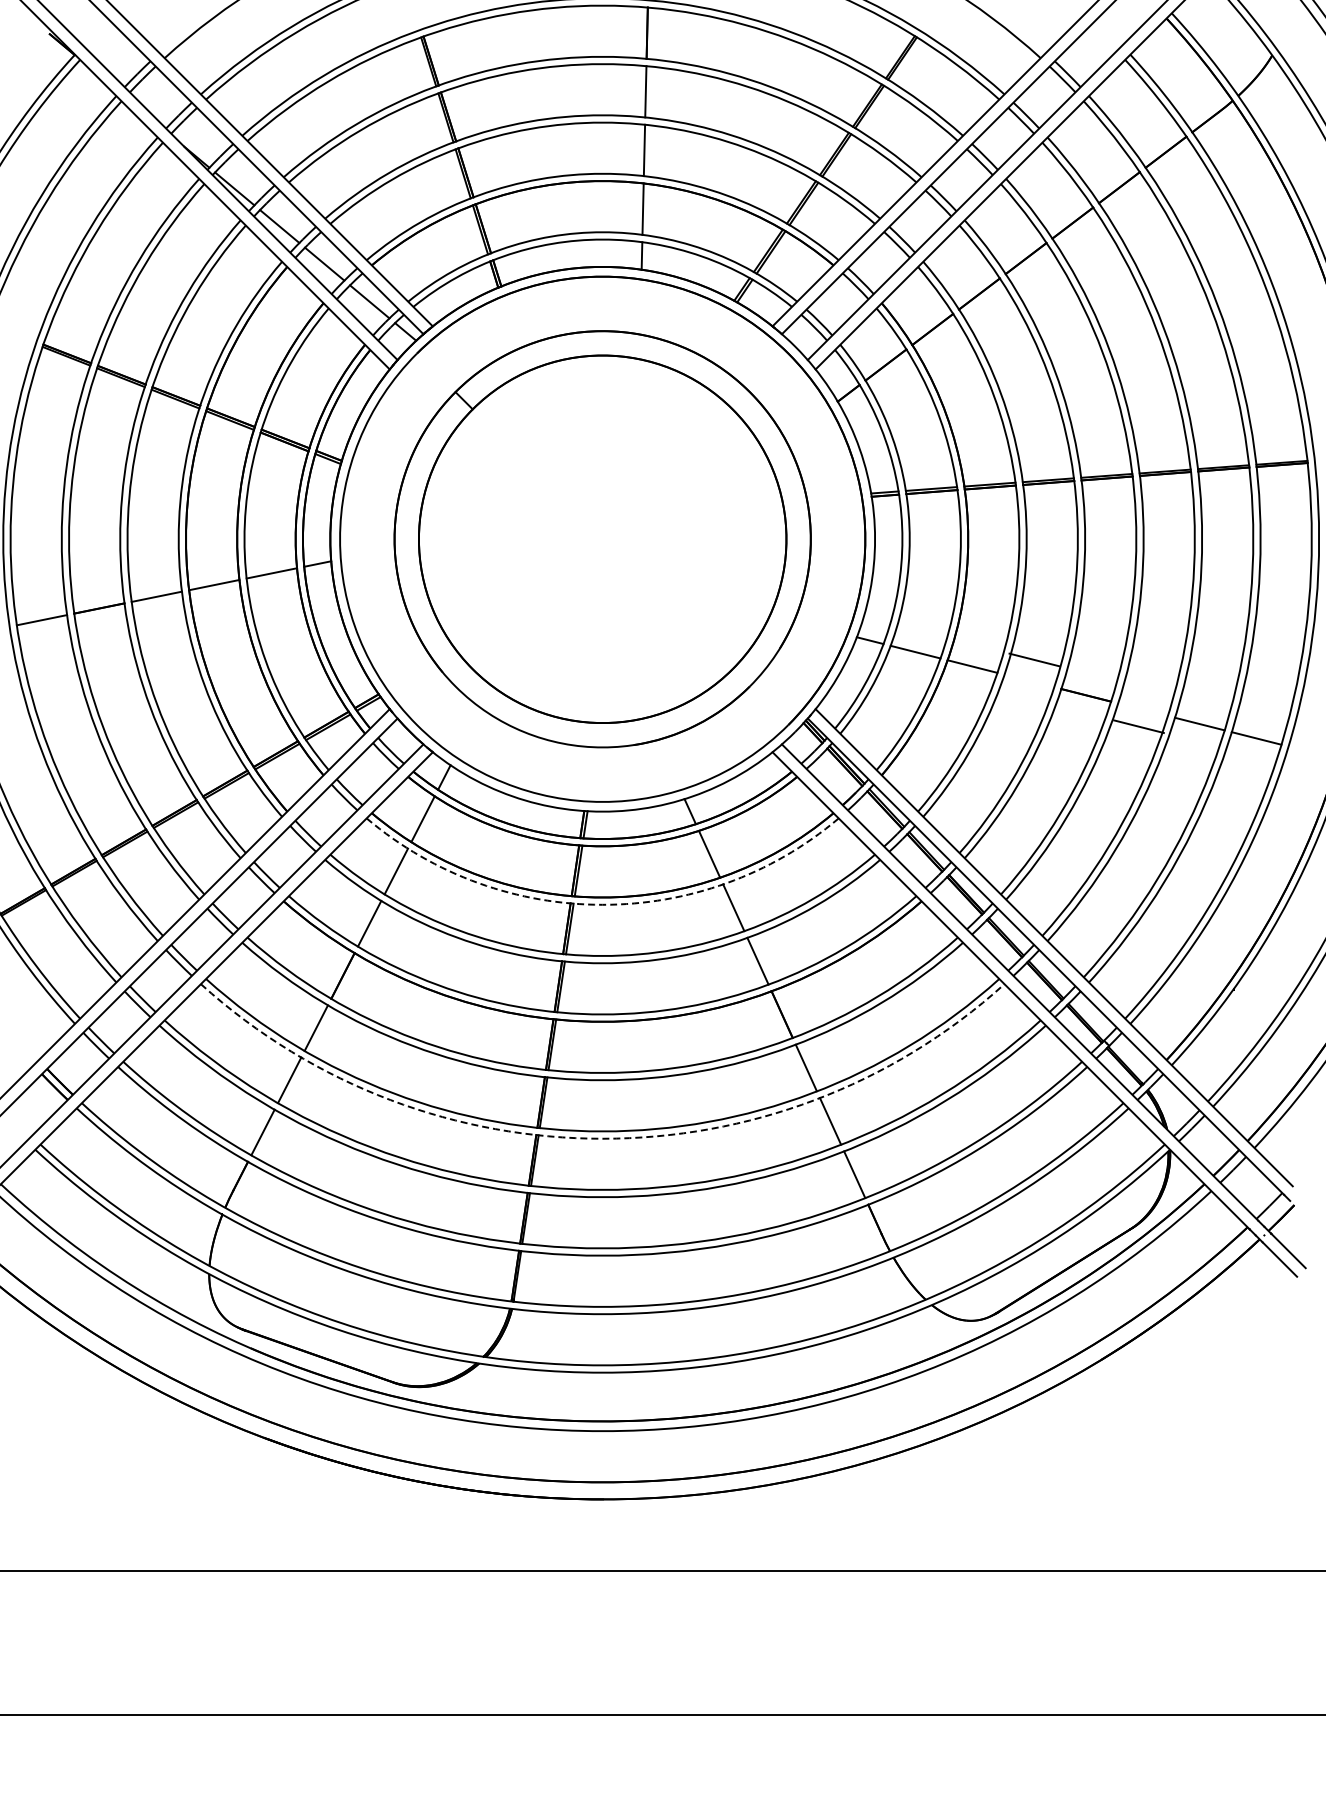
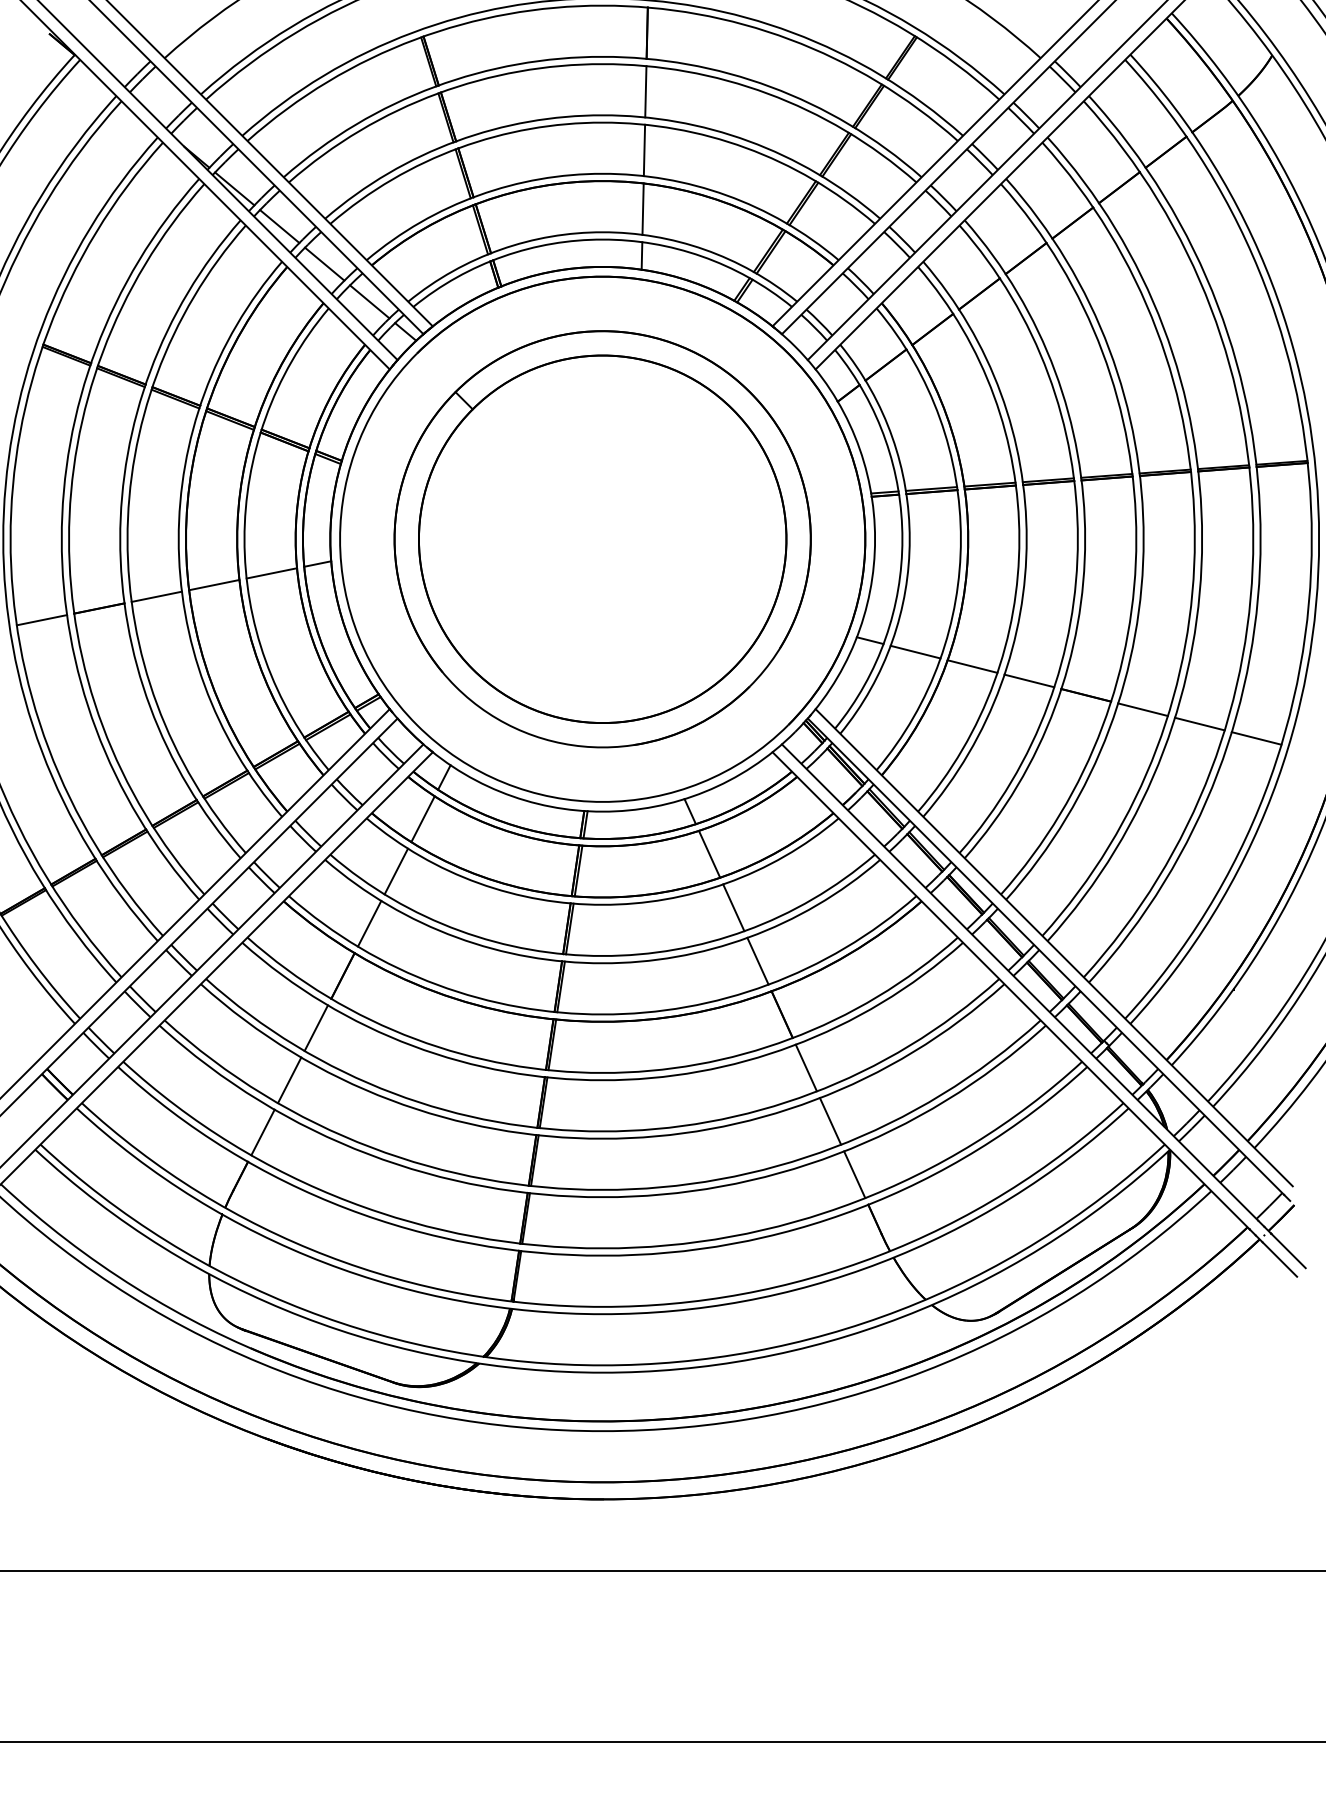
line at (1034, 659) position: (1034, 659) -> (1029, 680)
line at (1138, 726) position: (1138, 726) -> (1142, 709)
arc at (602, 904): dashed -> solid
arc at (602, 1138): dashed -> solid
line at (662, 1715) position: (662, 1715) -> (662, 1742)
